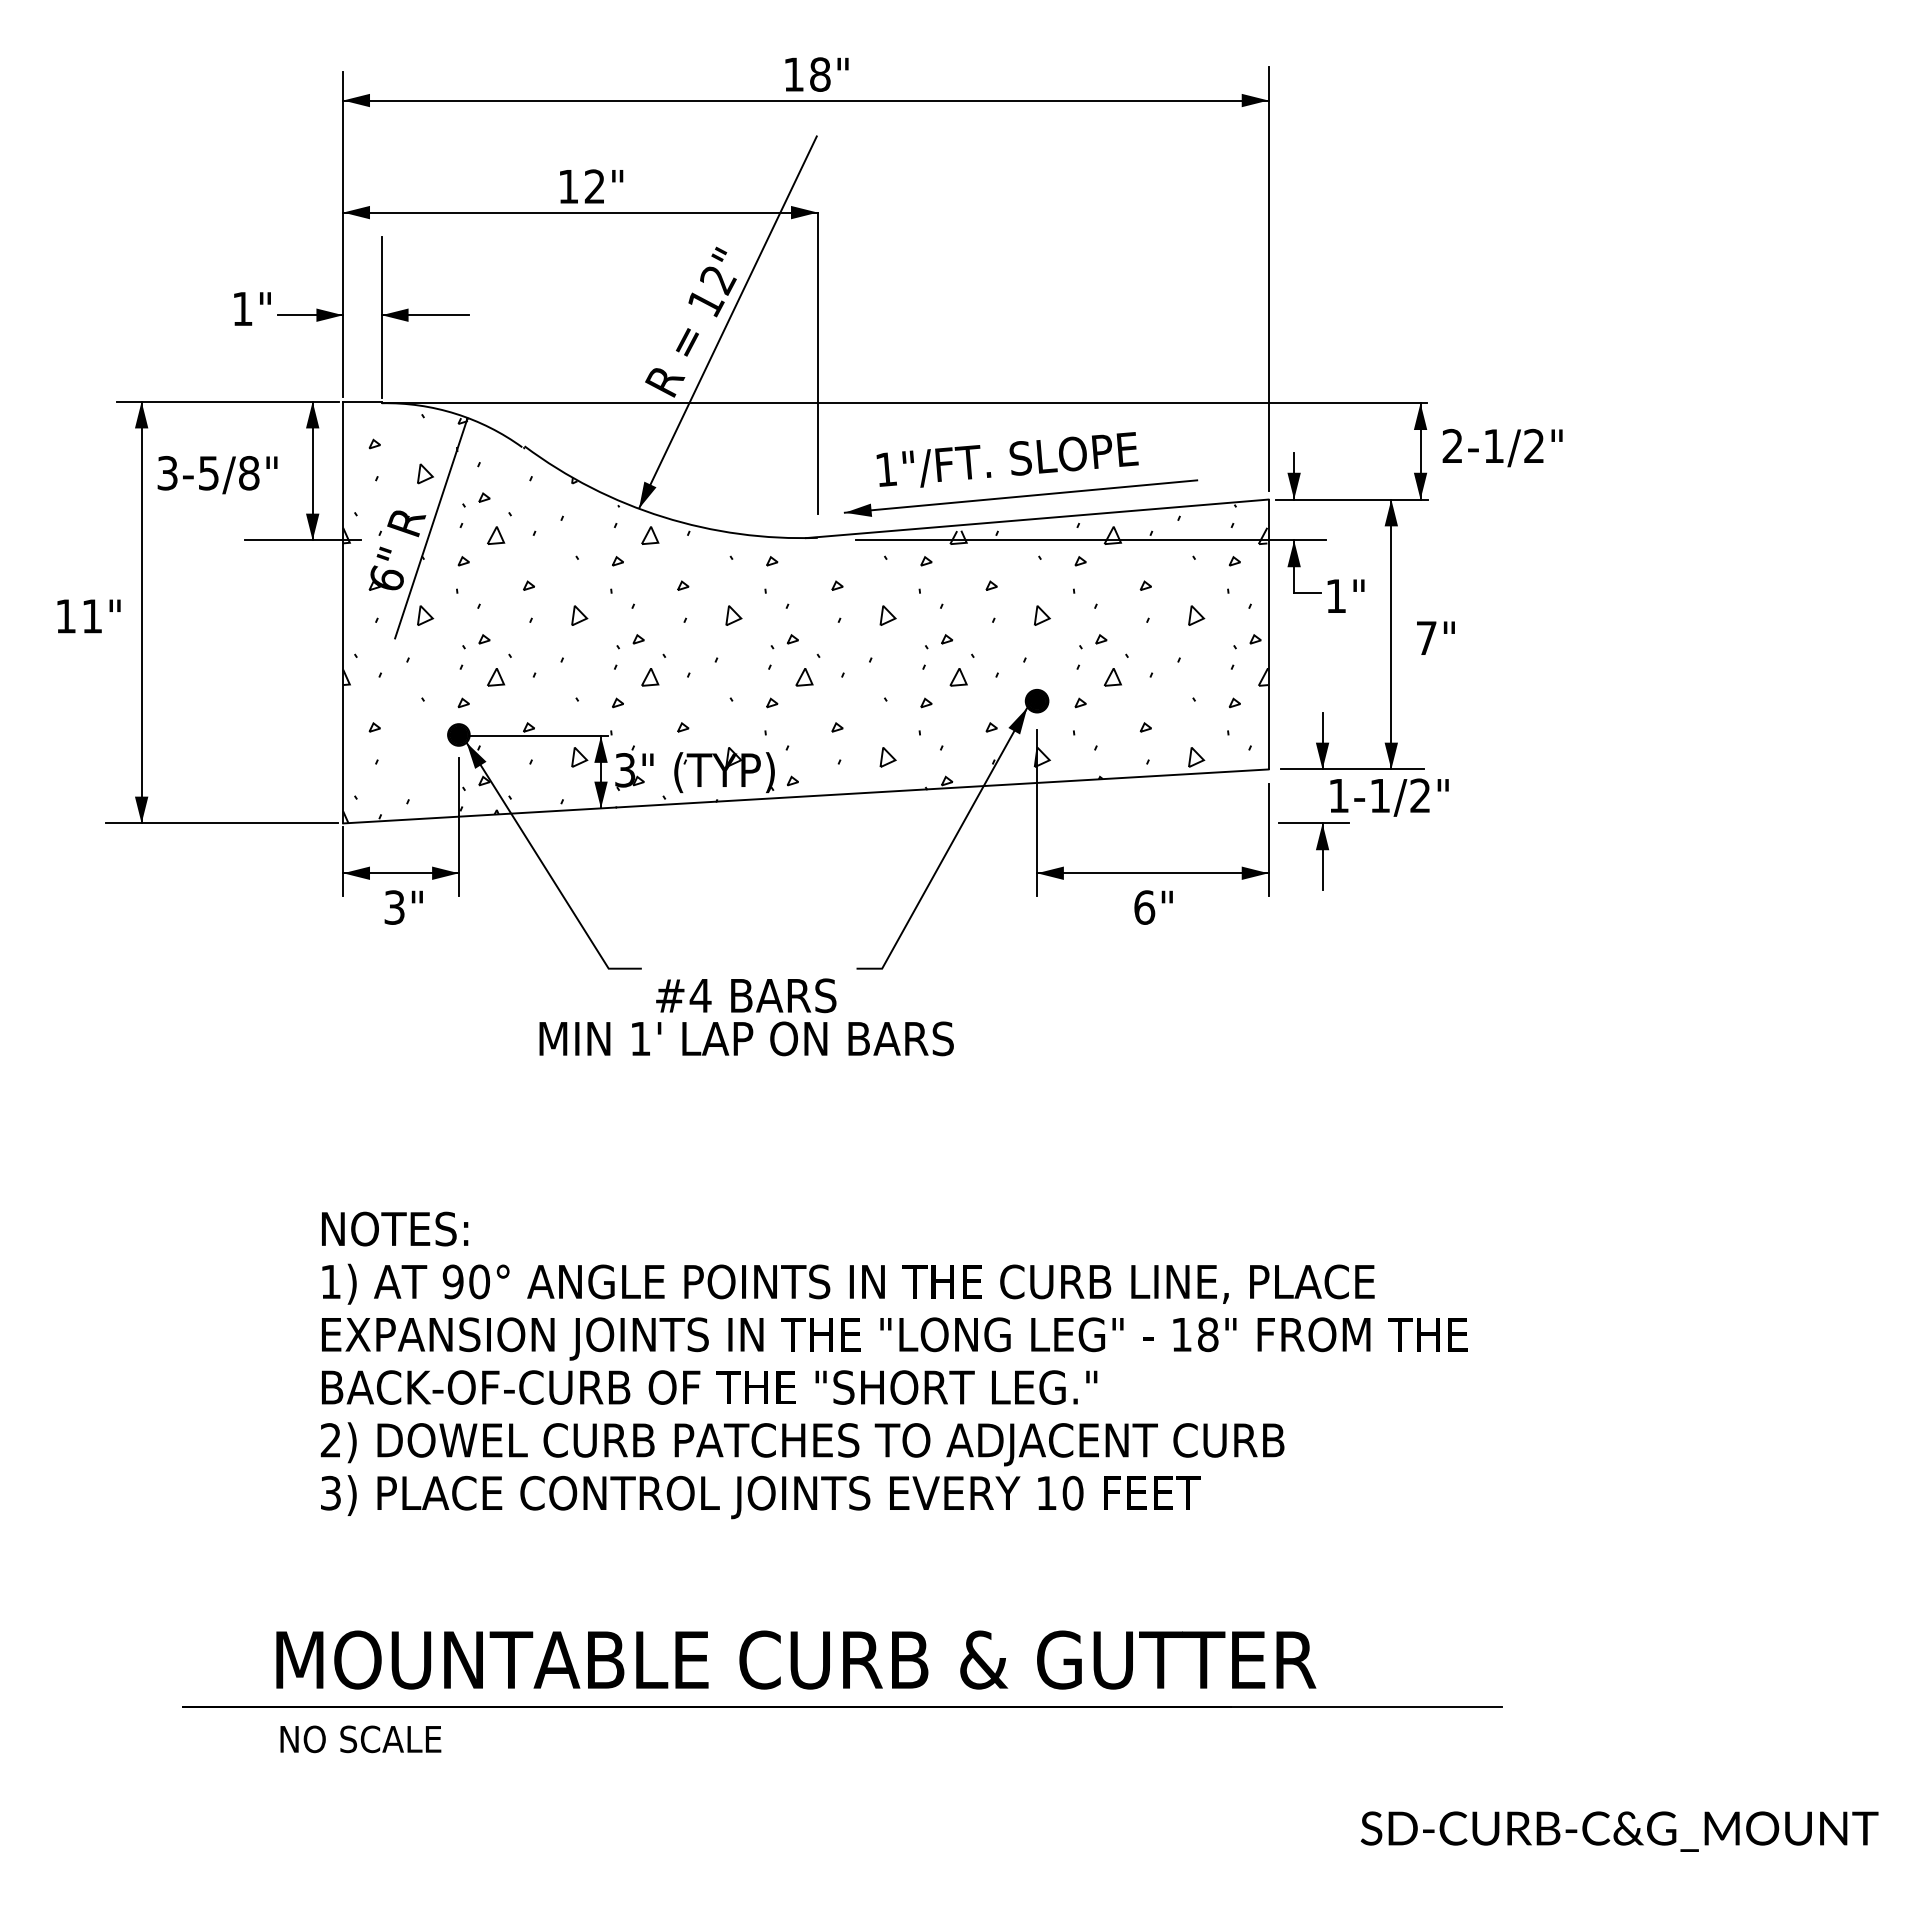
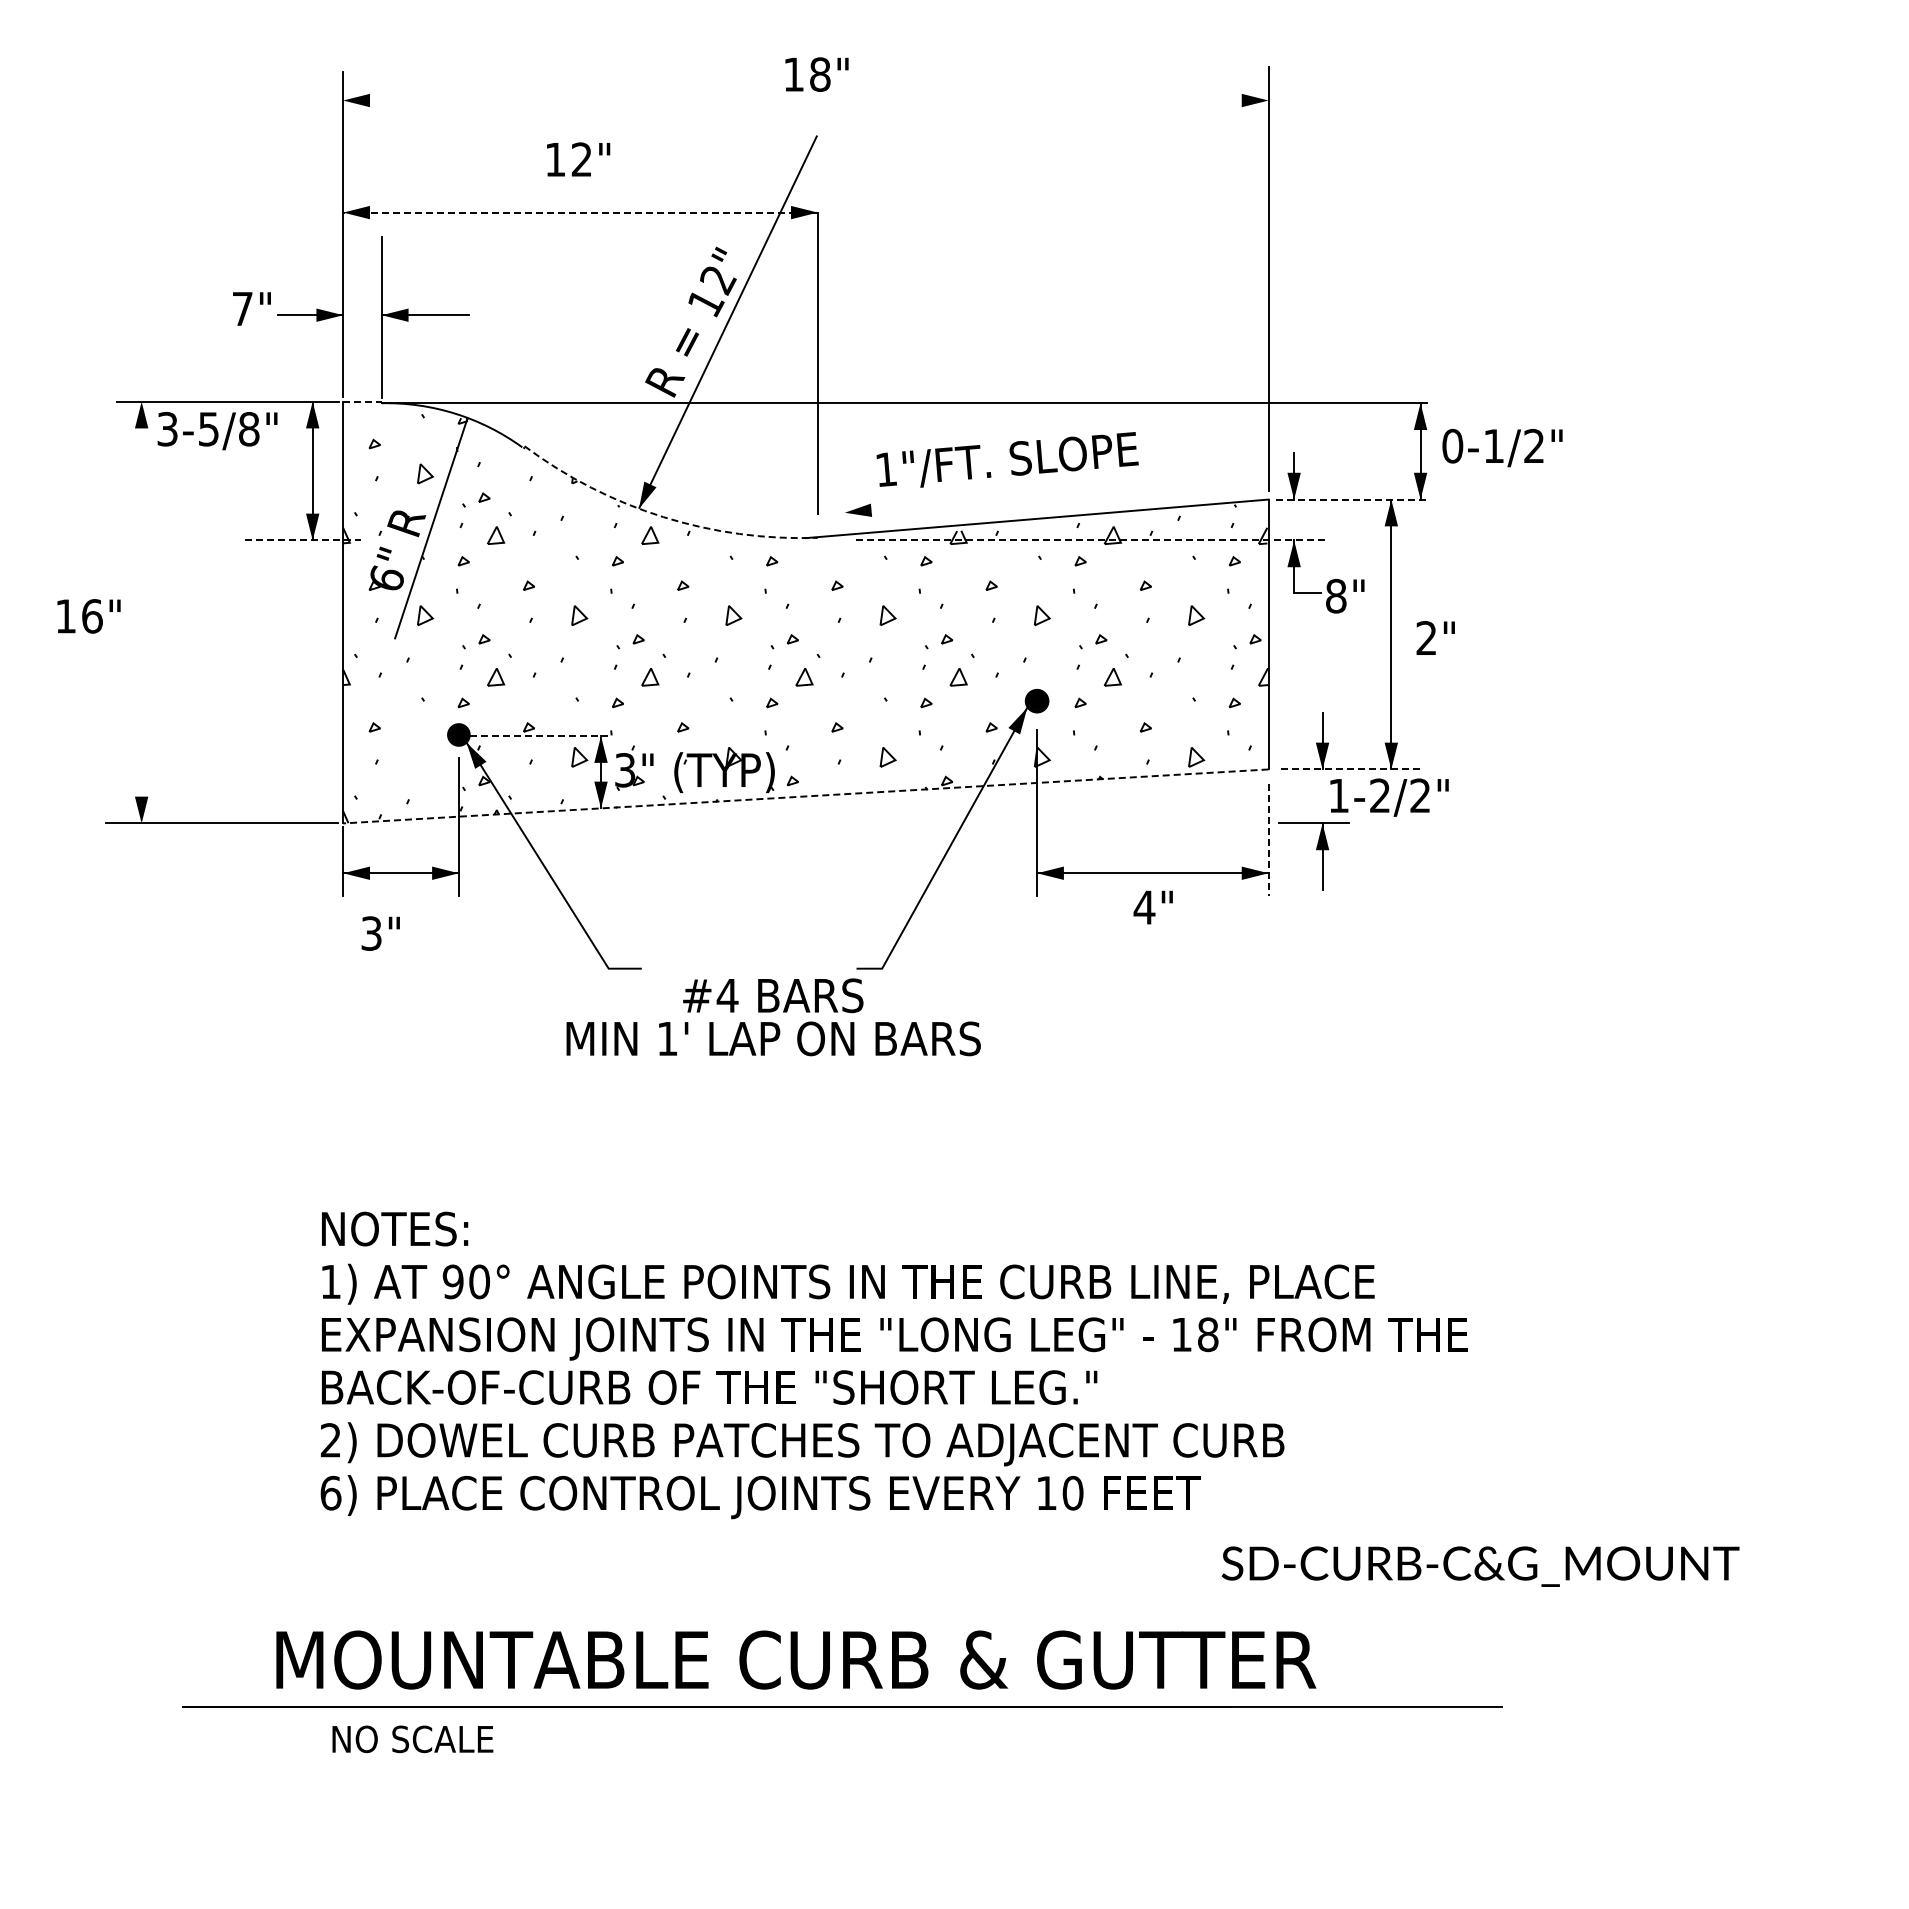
line at (805, 100): present -> none
text at (591, 186) position: (591, 186) -> (578, 159)
line at (580, 212): solid -> dashed
text at (242, 308): 1" -> 7"
line at (363, 401): solid -> dashed
text at (1452, 445): 2-1/2" -> 0-1/2"
text at (217, 475) position: (217, 475) -> (217, 431)
line at (1020, 496): present -> none
line at (1352, 499): solid -> dashed
arc at (663, 517): solid -> dashed
line at (302, 540): solid -> dashed
line at (1090, 540): solid -> dashed
text at (1336, 595): 1" -> 8"
line at (141, 612): present -> none
text at (92, 616): 11" -> 16"
text at (1426, 637): 7" -> 2"
line at (539, 736): solid -> dashed
line at (1352, 769): solid -> dashed
text at (1379, 795): 1-1/2" -> 1-2/2"
line at (805, 796): solid -> dashed
line at (1268, 840): solid -> dashed
text at (403, 907) position: (403, 907) -> (380, 933)
text at (1144, 907): 6" -> 4"
text at (746, 1017) position: (746, 1017) -> (773, 1017)
text at (330, 1492): 3) -> 6)
text at (360, 1739) position: (360, 1739) -> (412, 1739)
text at (1619, 1831) position: (1619, 1831) -> (1480, 1566)
